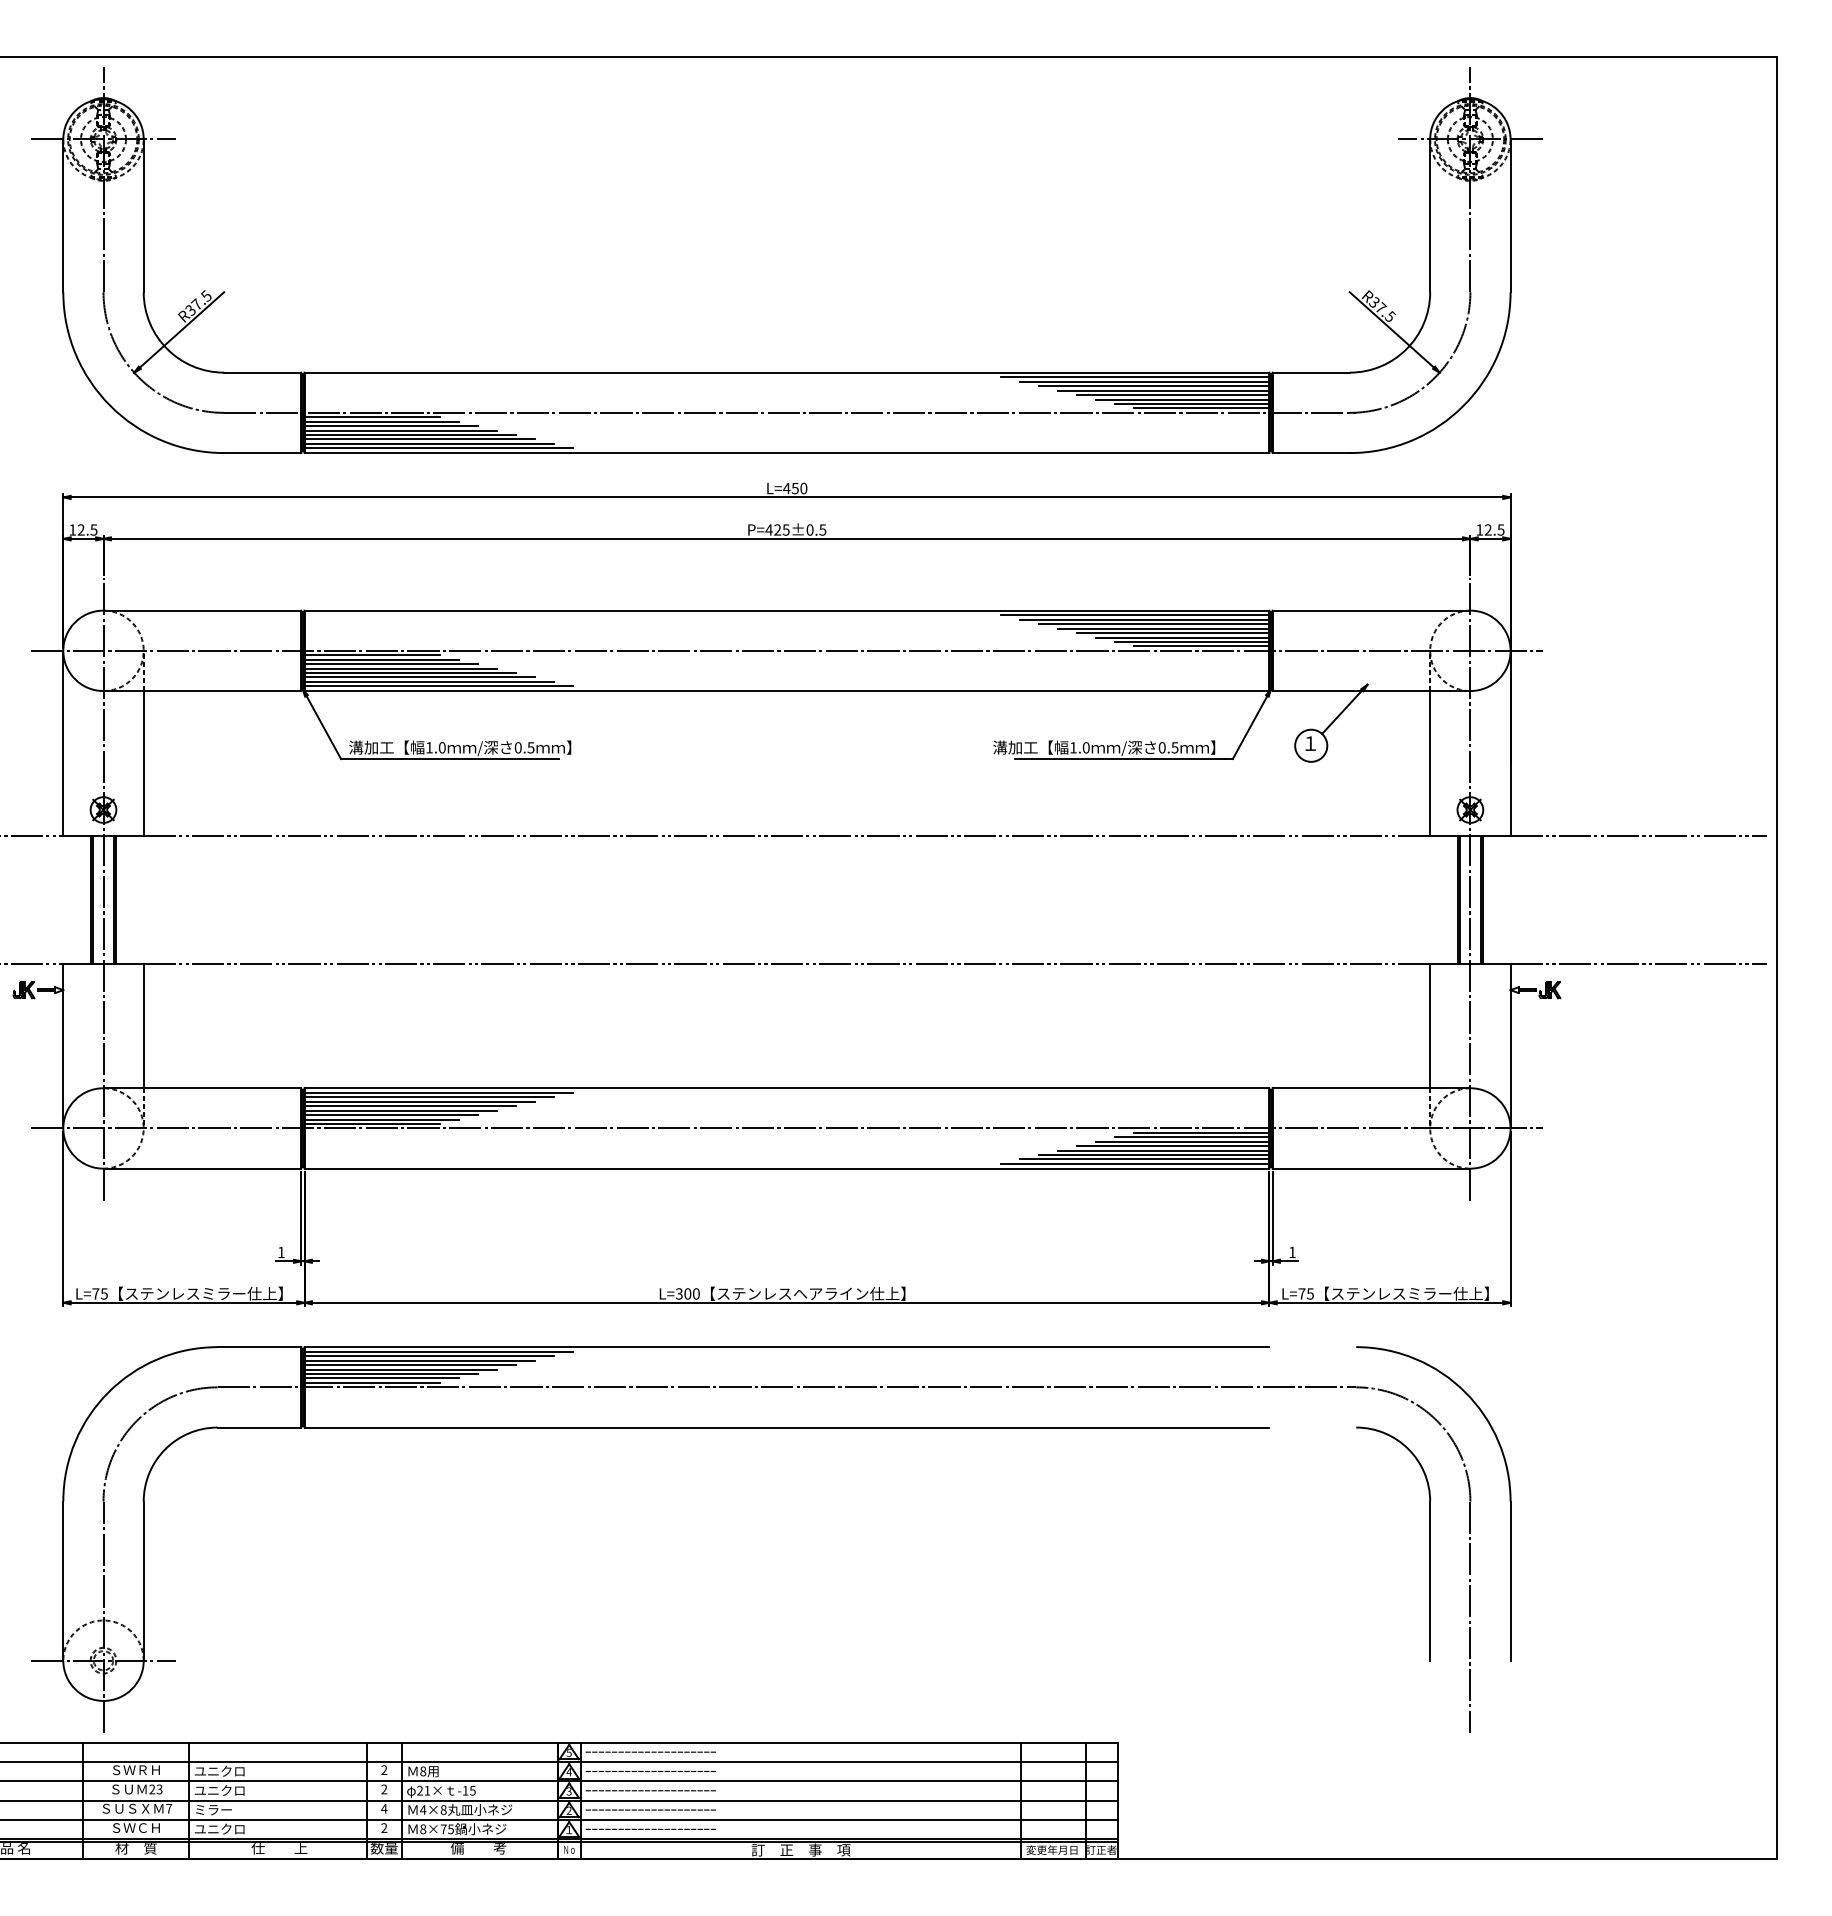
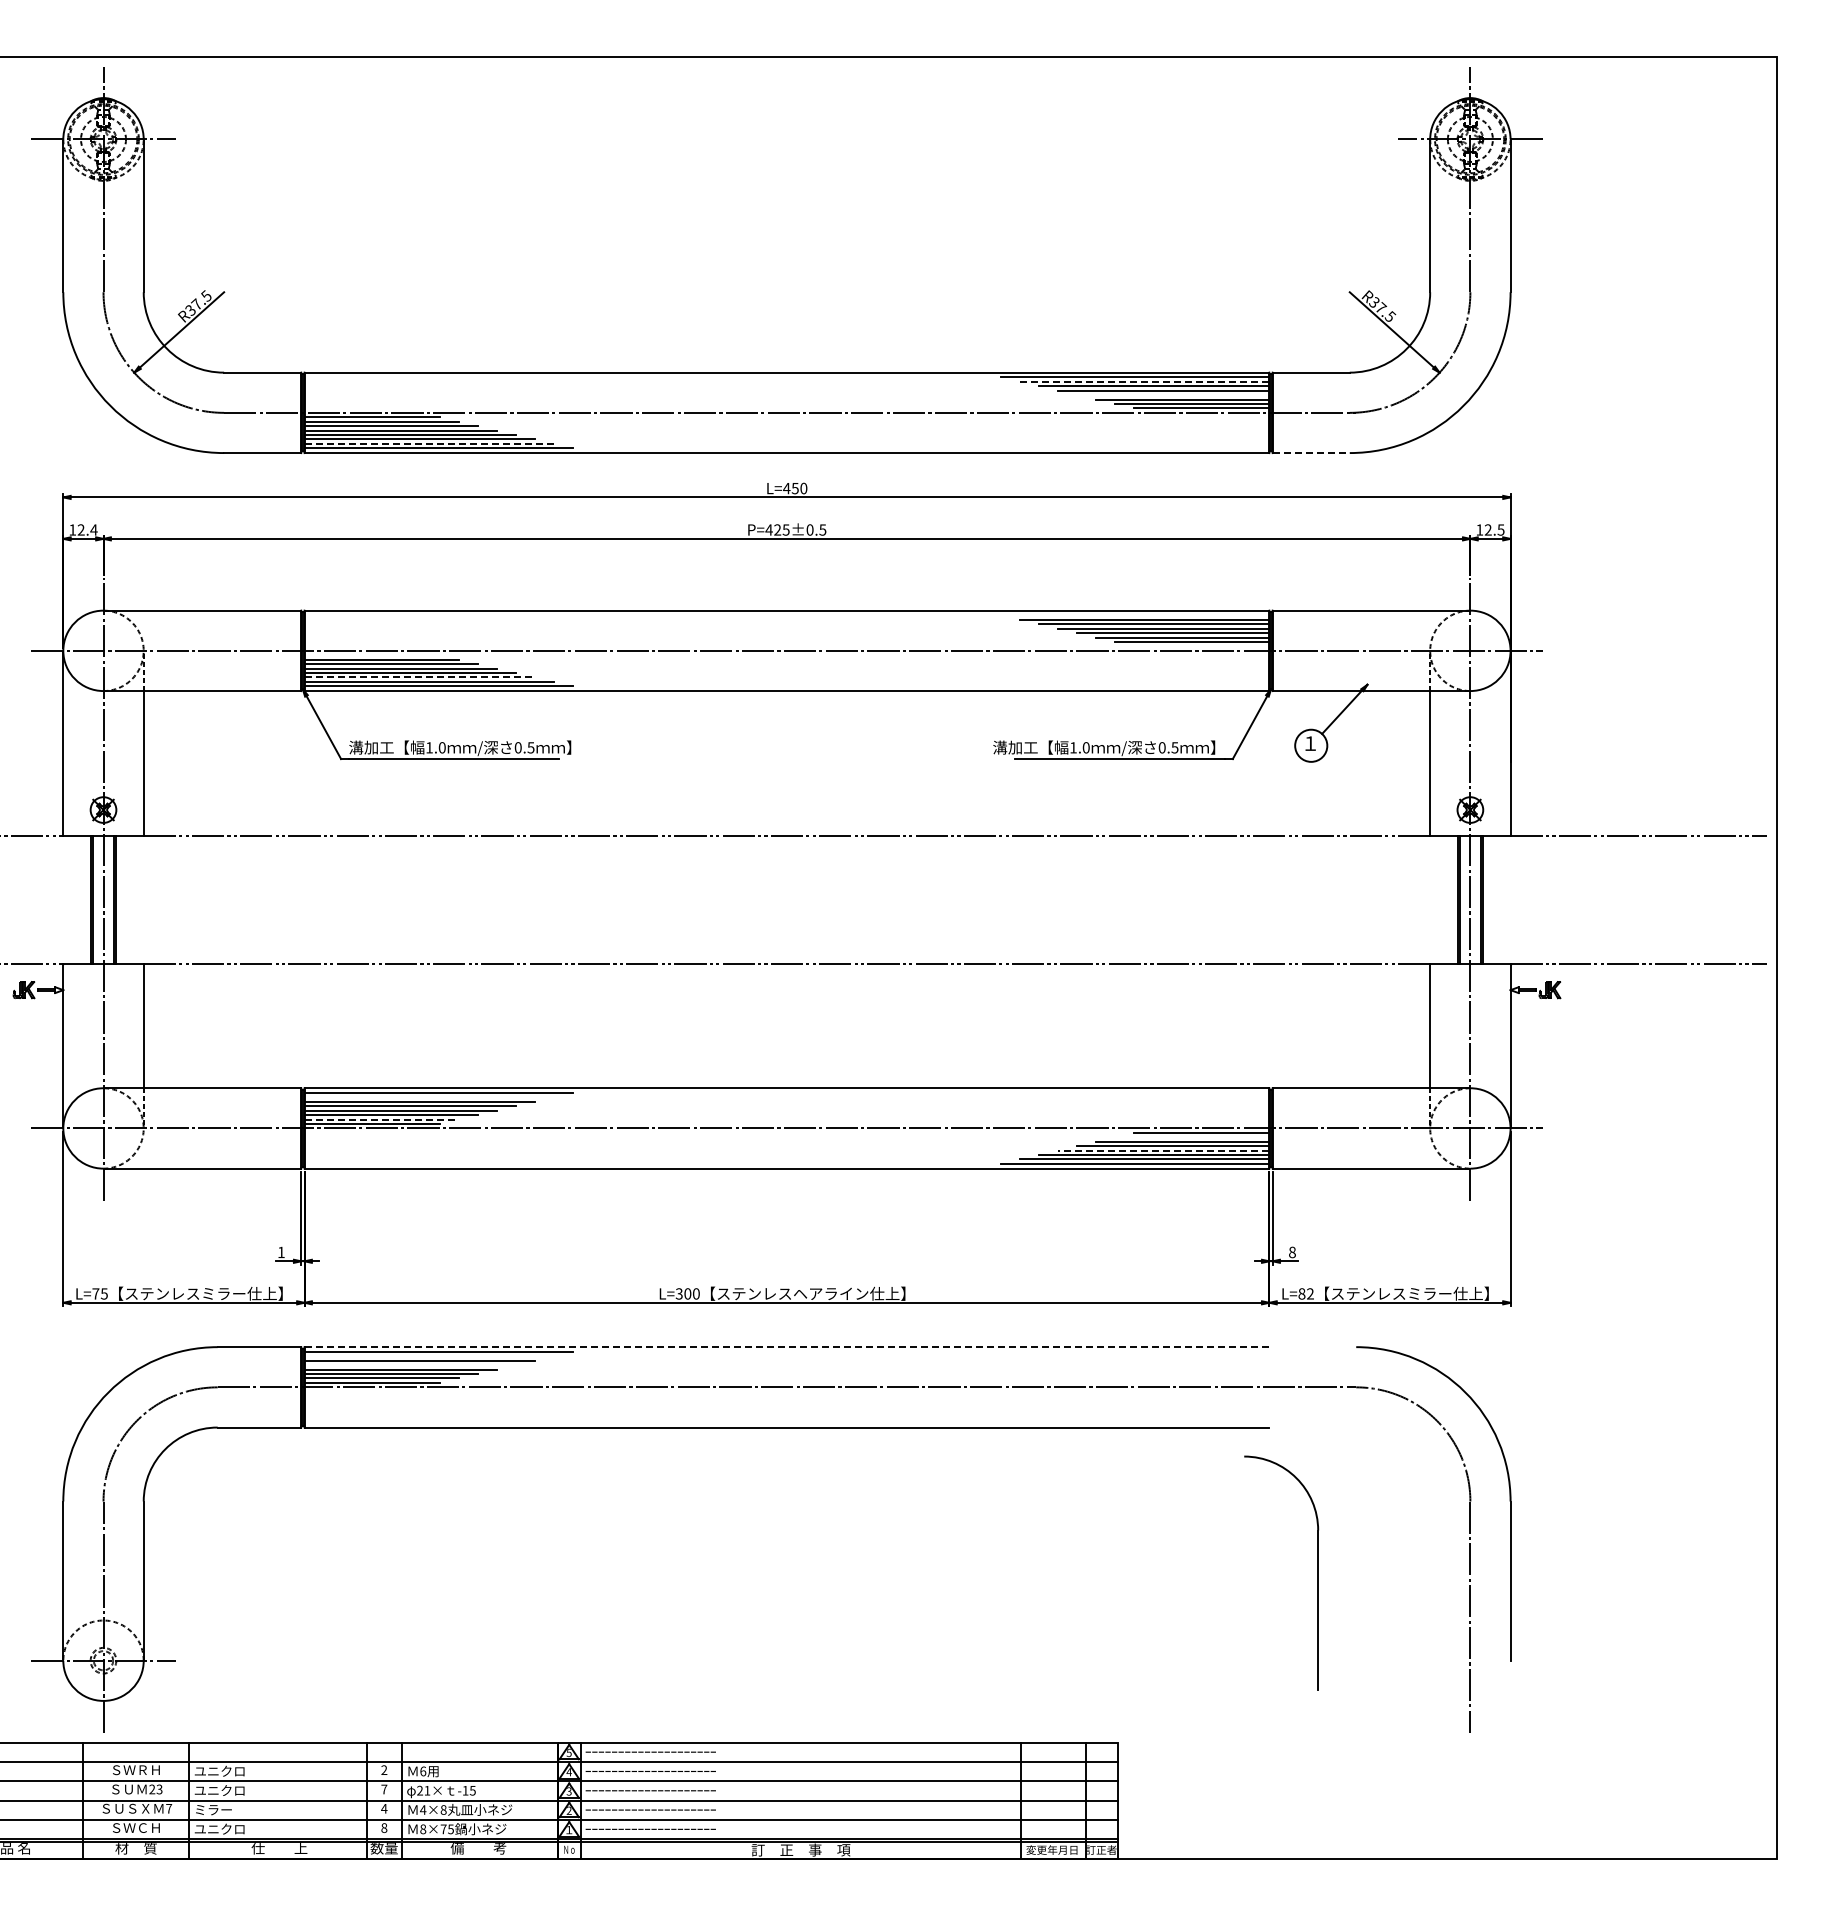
line at (1144, 381): solid -> dashed
line at (1172, 395): present -> none
line at (429, 443): solid -> dashed
line at (1311, 453): solid -> dashed
text at (93, 529): 12.5 -> 12.4
line at (1134, 615): present -> none
line at (1201, 646): present -> none
line at (372, 655): present -> none
line at (420, 677): solid -> dashed
line at (429, 1097): present -> none
line at (382, 1119): solid -> dashed
line at (1191, 1137): present -> none
line at (1163, 1150): solid -> dashed
text at (1292, 1252): 1 -> 8
text at (1305, 1293): L=75 -> L=82
line at (787, 1347): solid -> dashed
line at (429, 1356): present -> none
line at (410, 1365): present -> none
part at (1429, 1543) position: (1429, 1543) -> (1317, 1572)
text at (423, 1771): 8 -> 6
text at (384, 1789): 2 -> 7
text at (384, 1827): 2 -> 8
